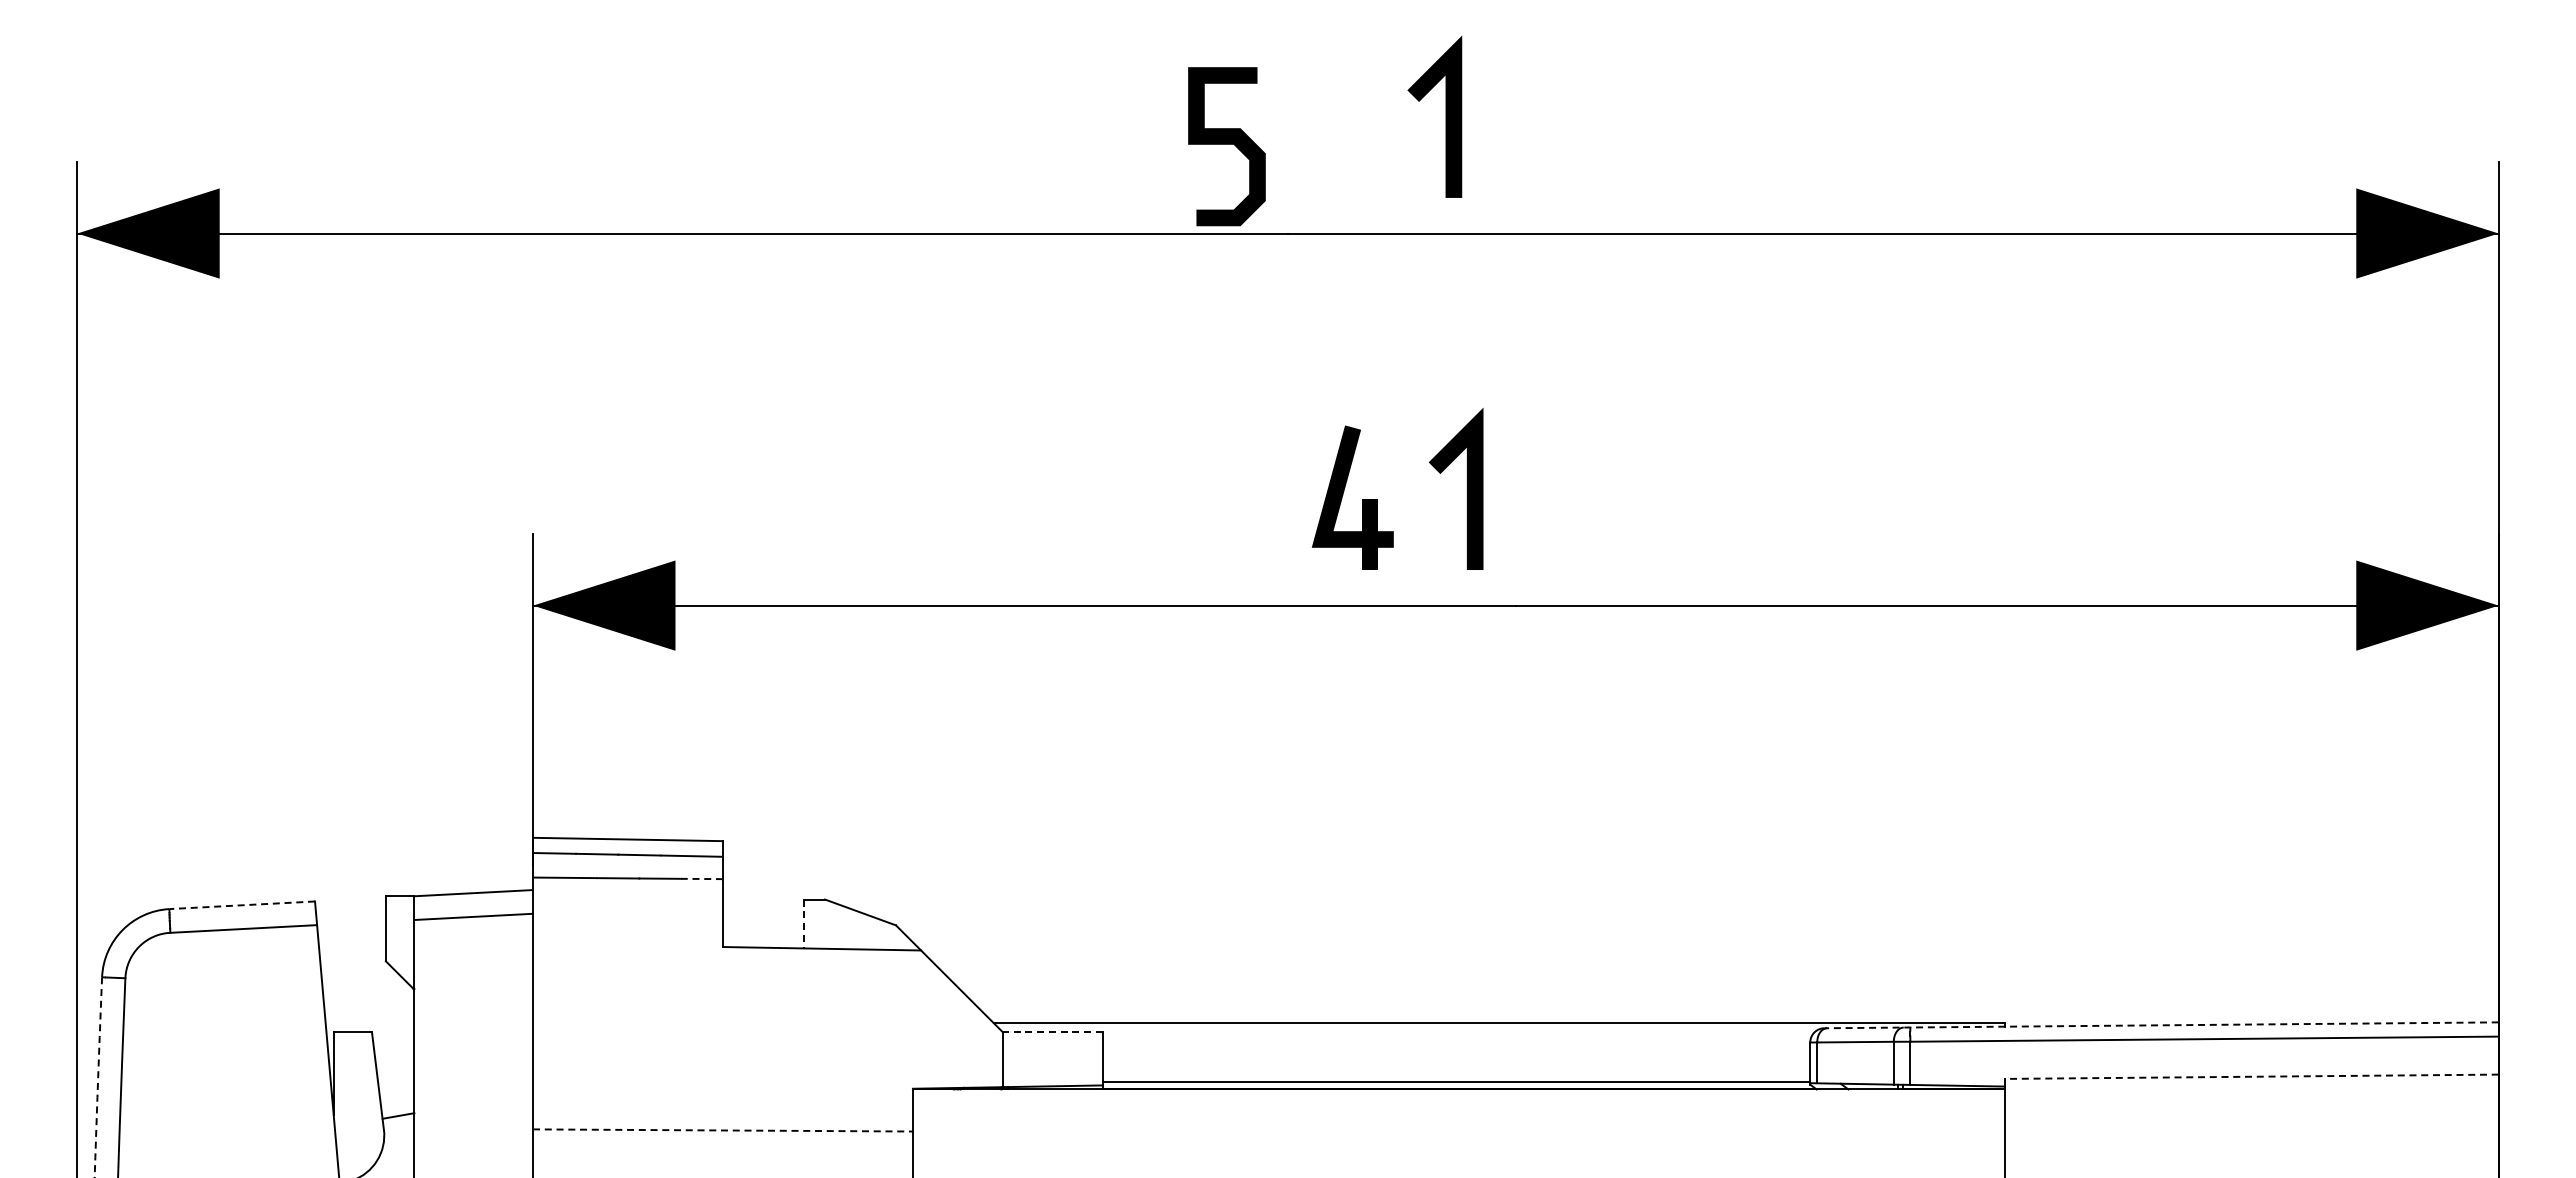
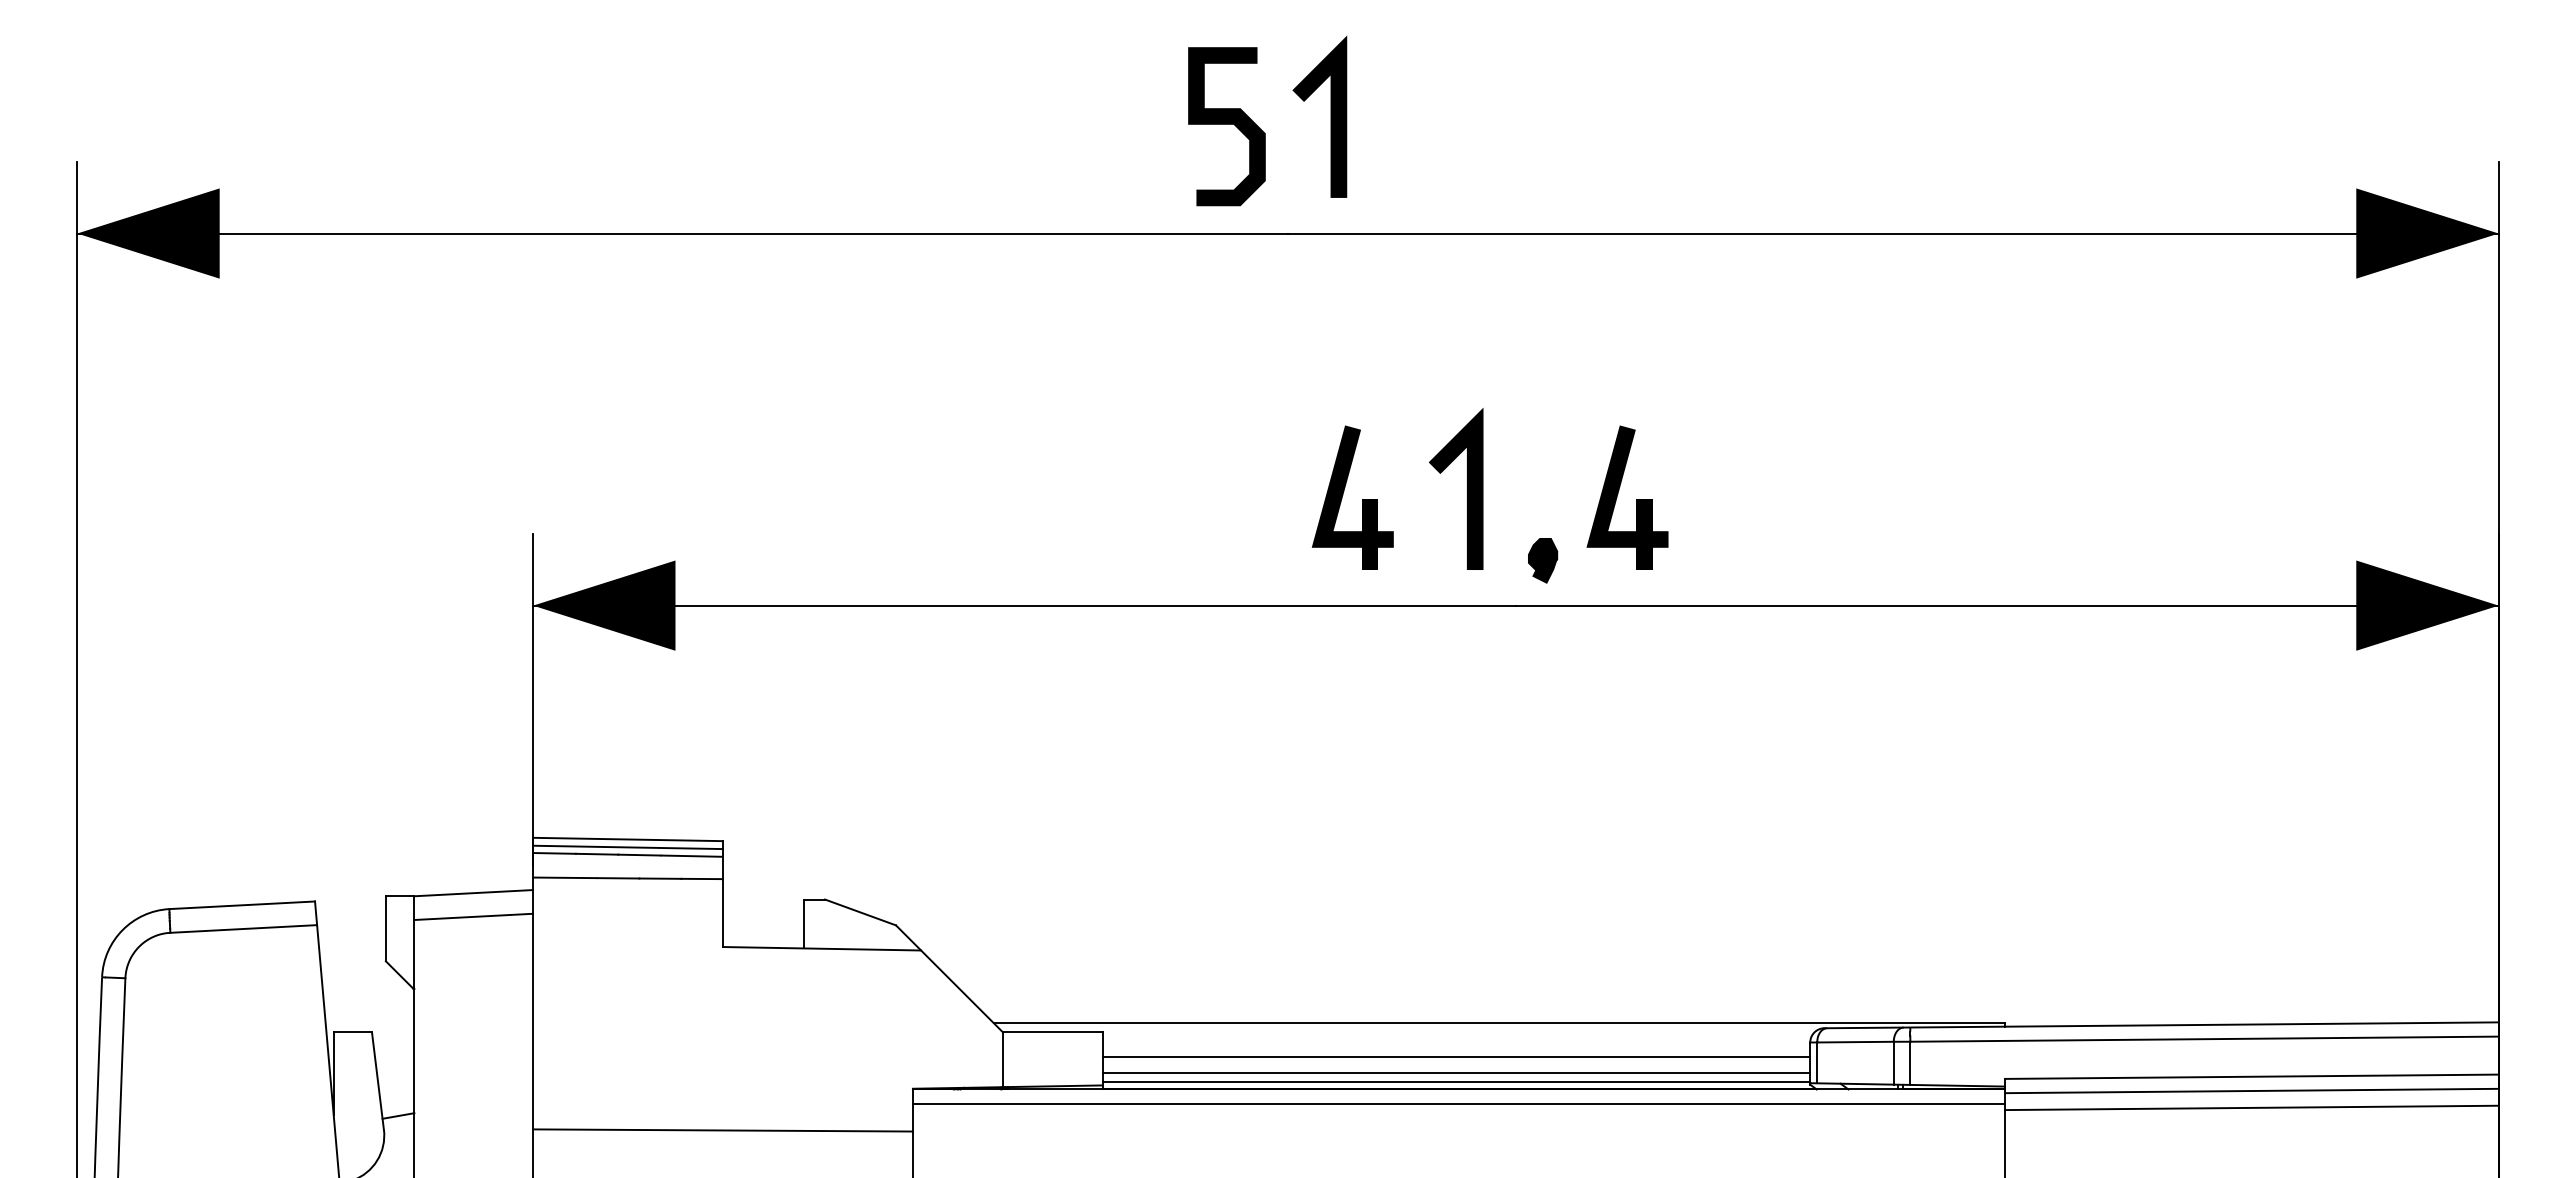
line at (1445, 116) position: (1445, 116) -> (1330, 116)
curve at (1226, 144) position: (1226, 144) -> (1226, 124)
part at (1636, 499): none -> present
part at (1543, 560): none -> present
line at (627, 847): none -> present
line at (702, 878): dashed -> solid
line at (242, 905): dashed -> solid
line at (803, 924): dashed -> solid
line at (2161, 1025): dashed -> solid
line at (1052, 1032): dashed -> solid
line at (1456, 1056): none -> present
line at (1456, 1073): none -> present
line at (2251, 1076): dashed -> solid
arc at (98, 1078): dashed -> solid
line at (2251, 1090): none -> present
line at (1458, 1104): none -> present
line at (2251, 1107): none -> present
line at (722, 1130): dashed -> solid
